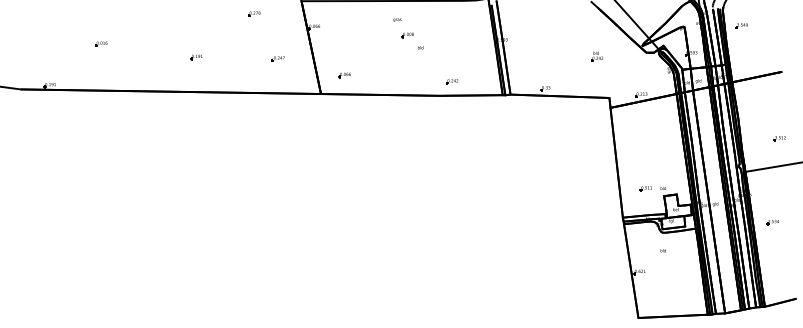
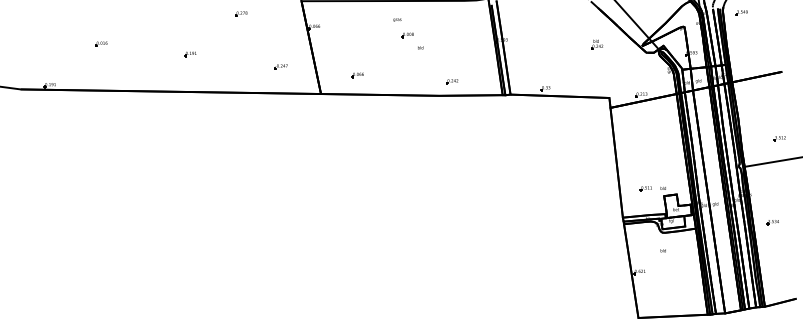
part at (254, 13) position: (254, 13) -> (241, 13)
part at (741, 25) position: (741, 25) -> (741, 12)
part at (597, 56) position: (597, 56) -> (597, 44)
part at (196, 57) position: (196, 57) -> (190, 54)
part at (277, 58) position: (277, 58) -> (280, 66)
part at (344, 75) position: (344, 75) -> (357, 75)
line at (771, 167) position: (771, 167) -> (771, 162)
